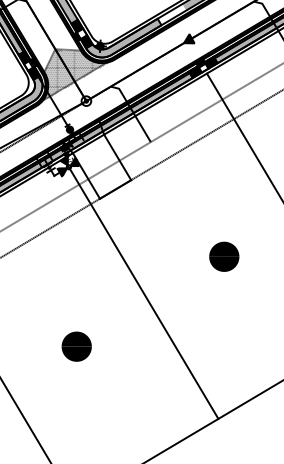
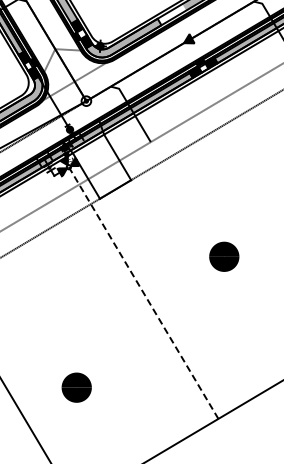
hatch at (74, 74): present -> none
line at (243, 135): present -> none
line at (140, 288): solid -> dashed
part at (76, 346) position: (76, 346) -> (76, 387)
